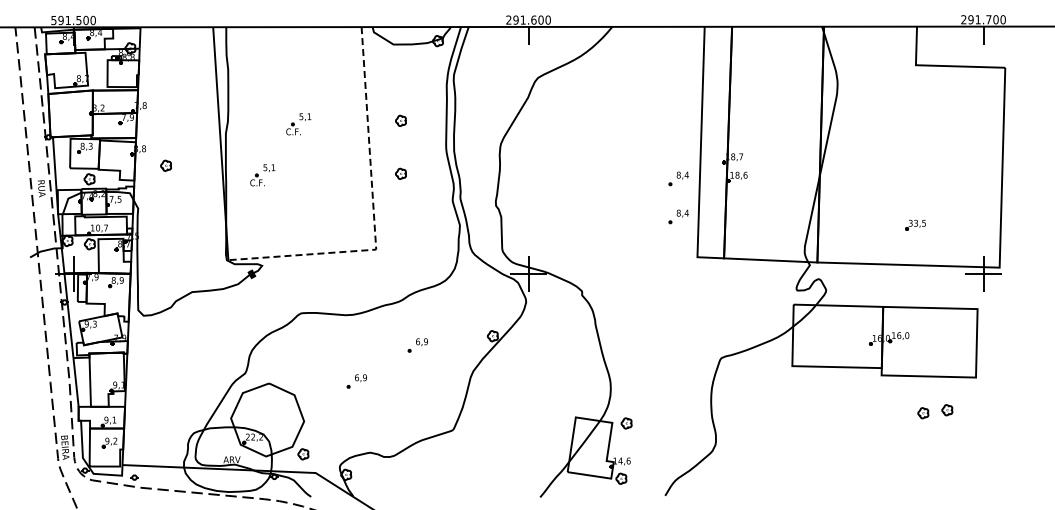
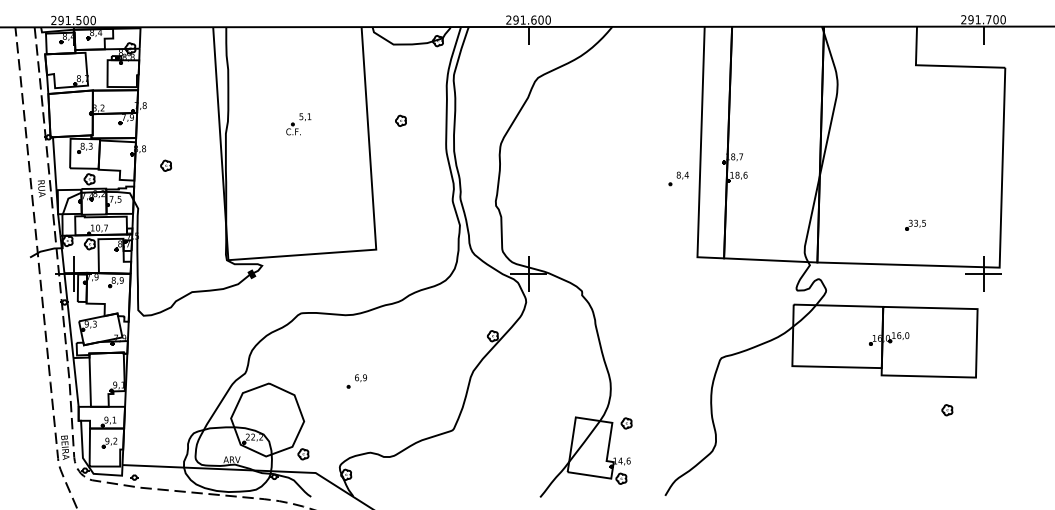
text at (53, 20): 591.500 -> 291.500
part at (400, 173): present -> none
part at (262, 175): present -> none
line at (373, 212): dashed -> solid
part at (678, 216): present -> none
part at (417, 345): present -> none
part at (923, 413): present -> none
